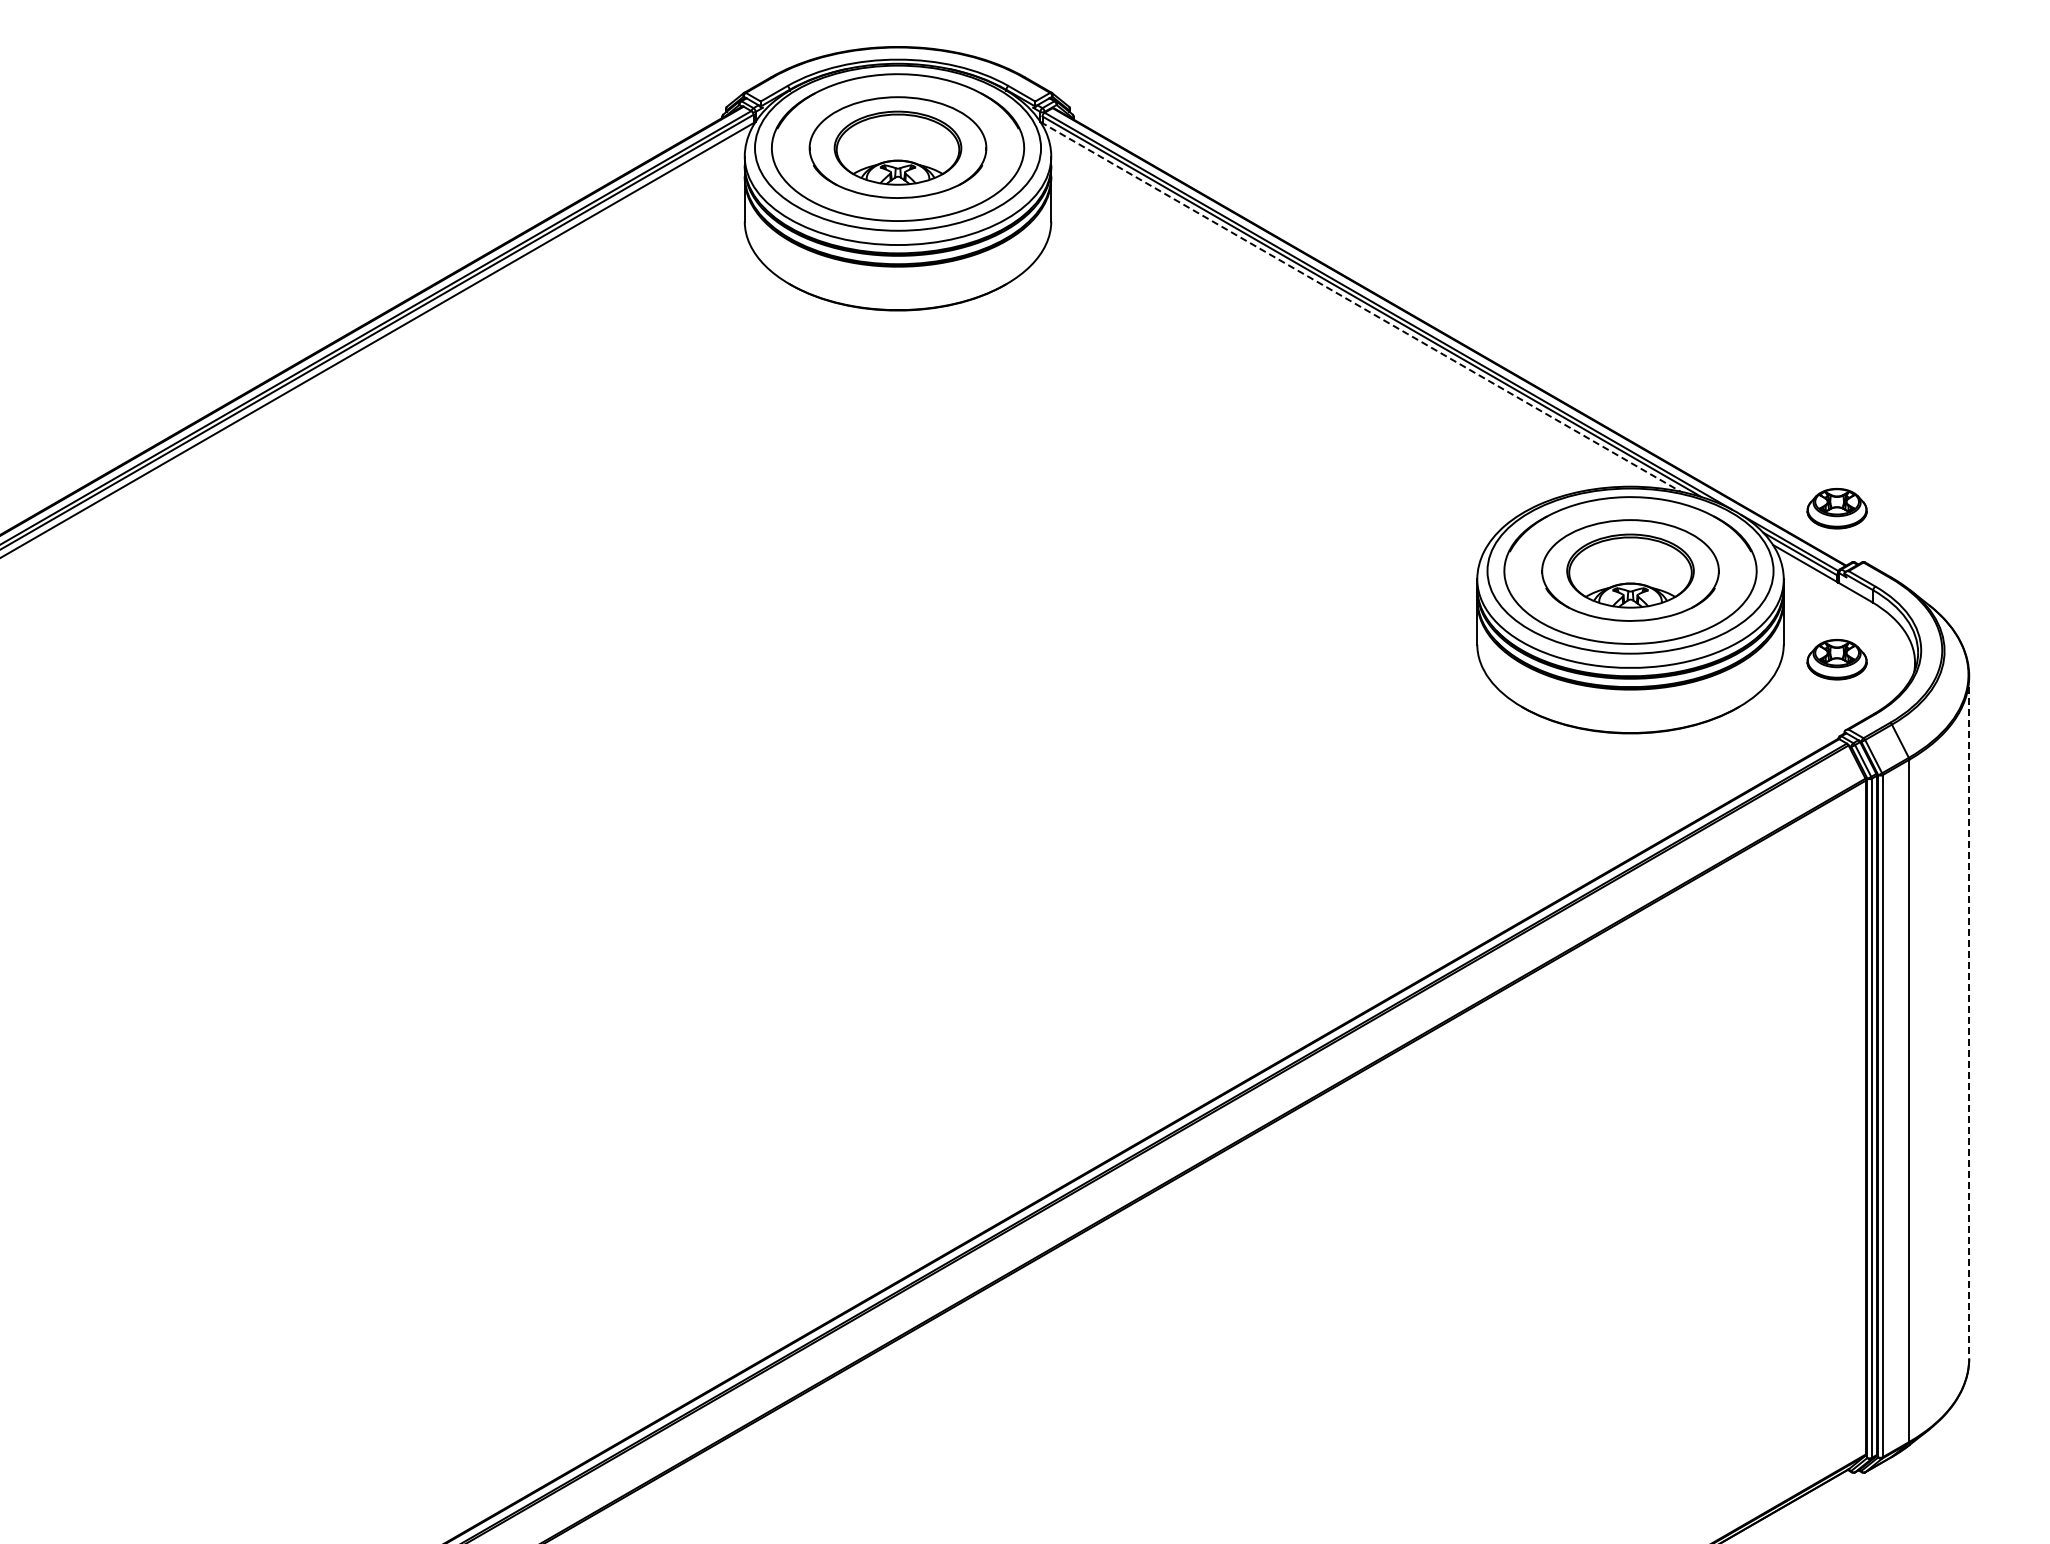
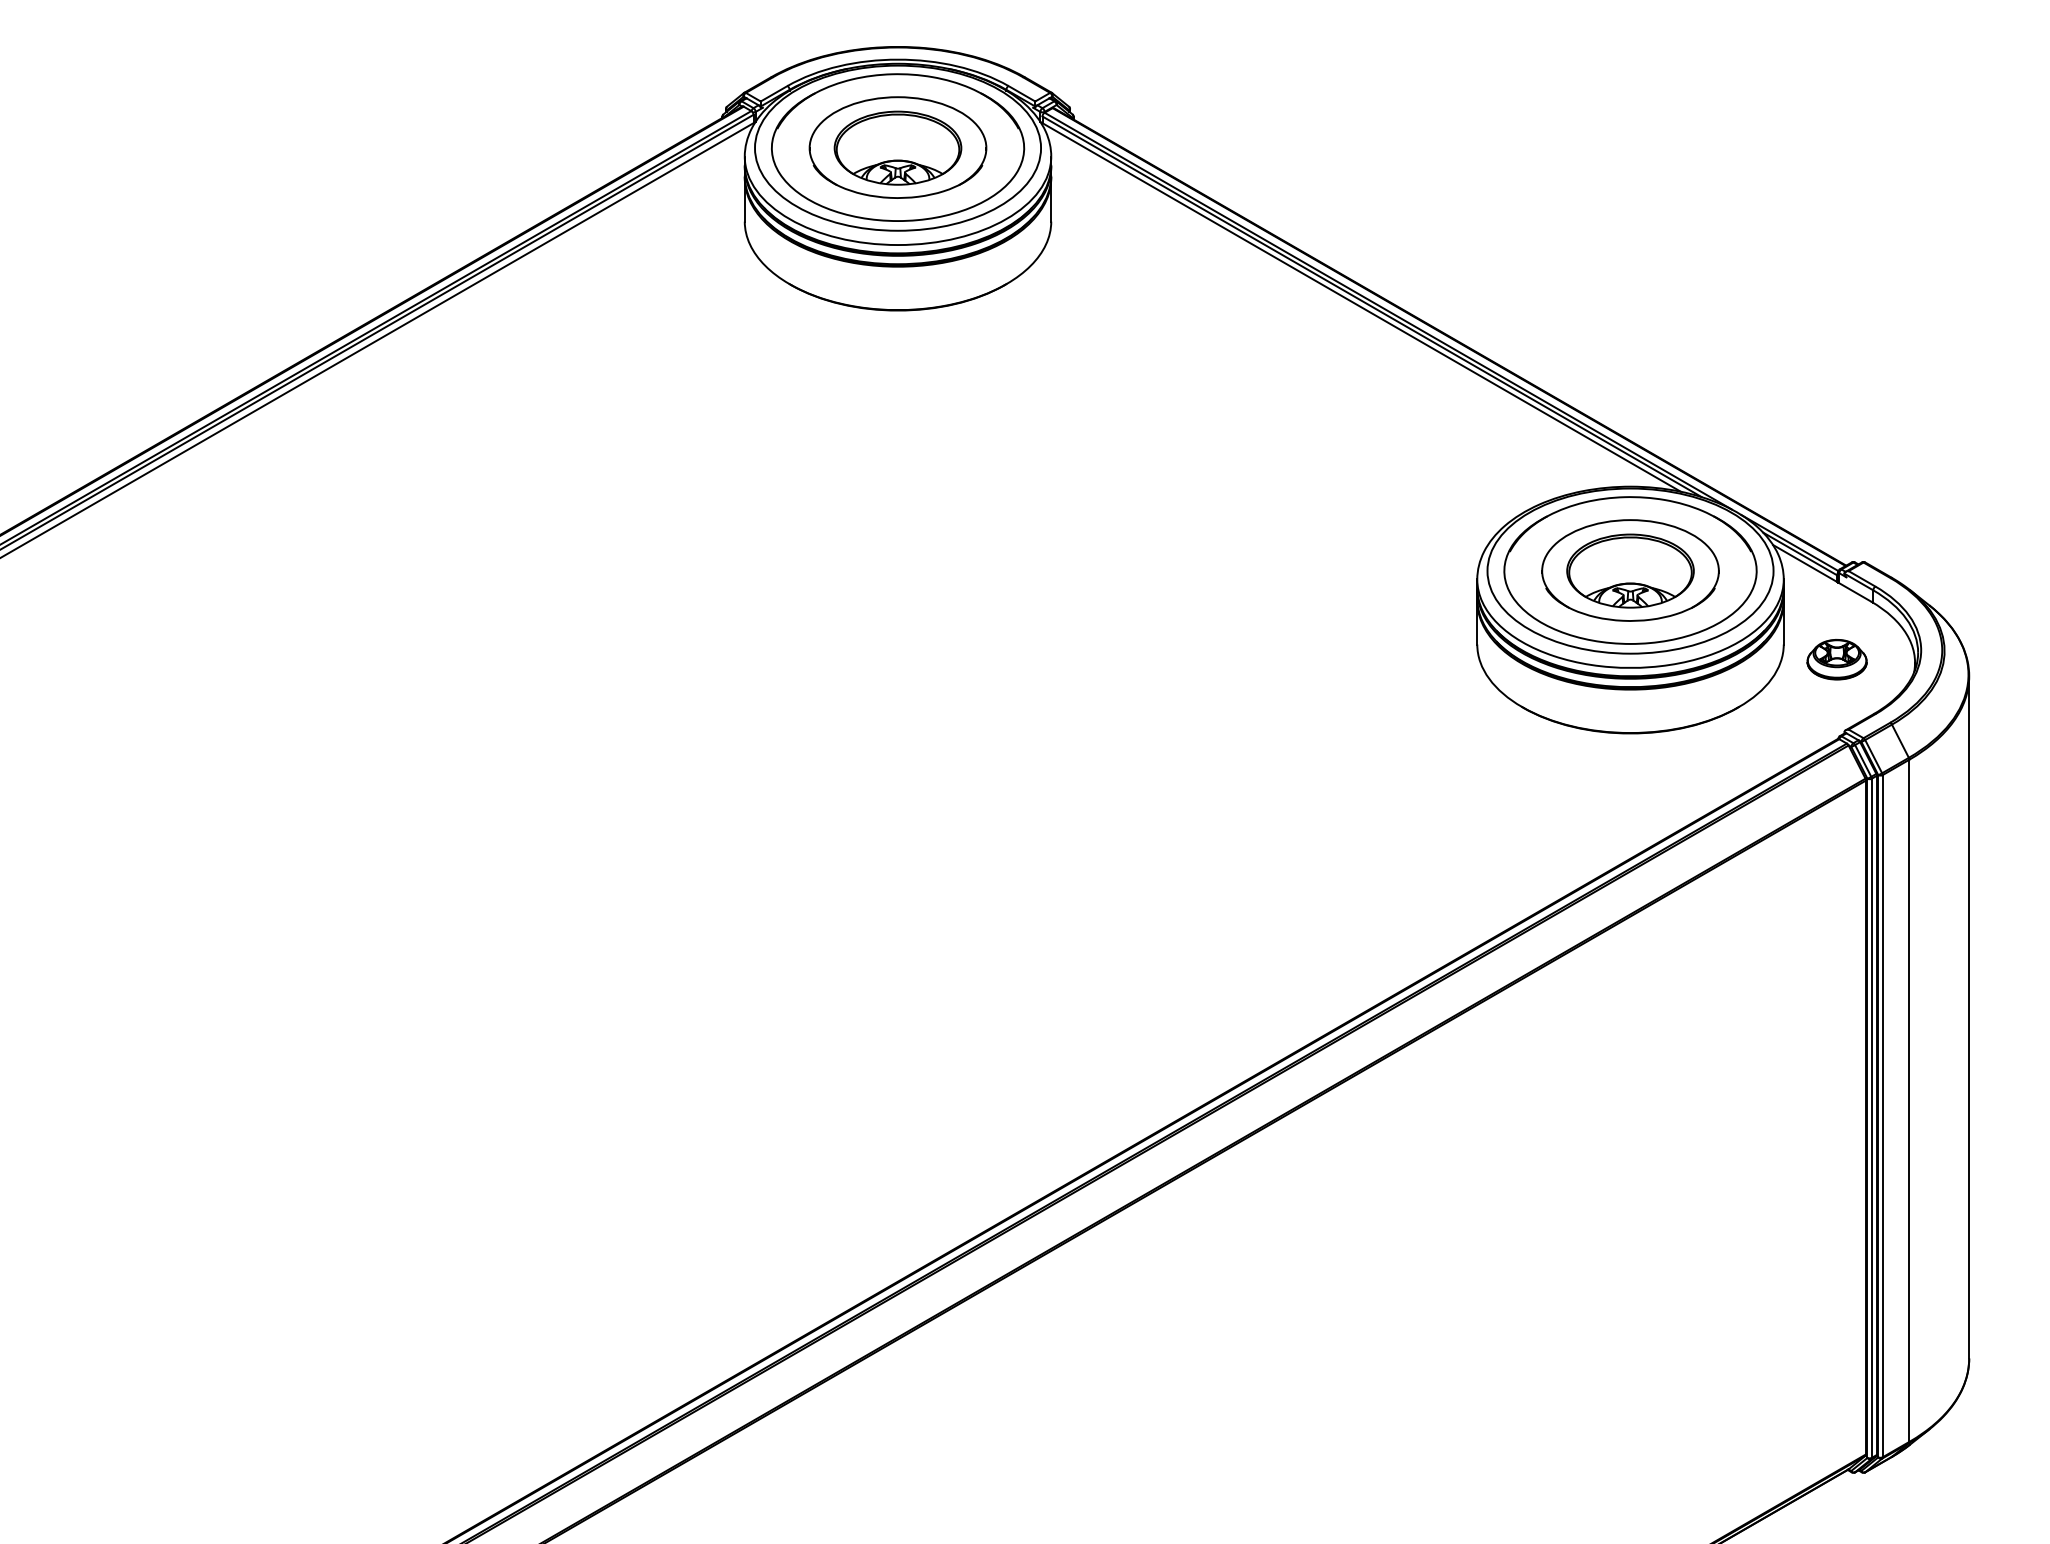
line at (1360, 306): dashed -> solid
part at (1836, 508): present -> none
line at (1969, 1017): dashed -> solid
